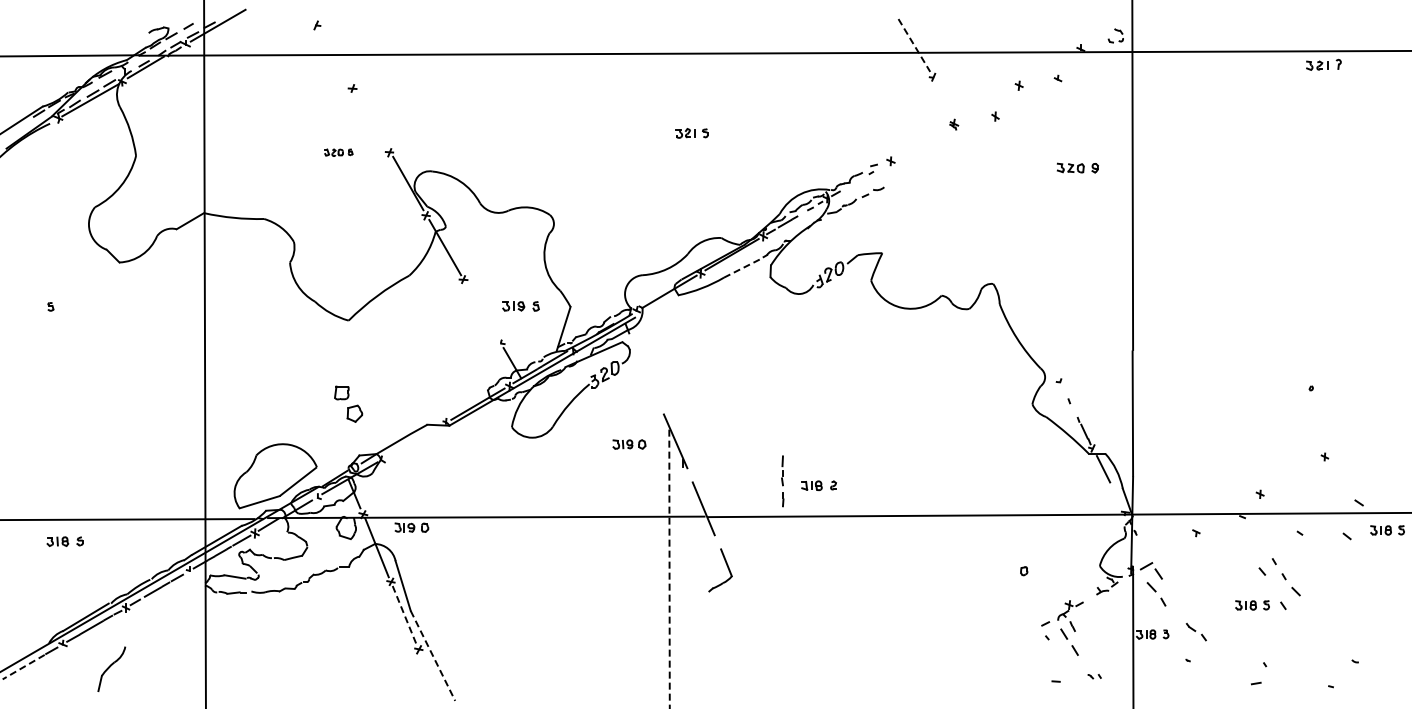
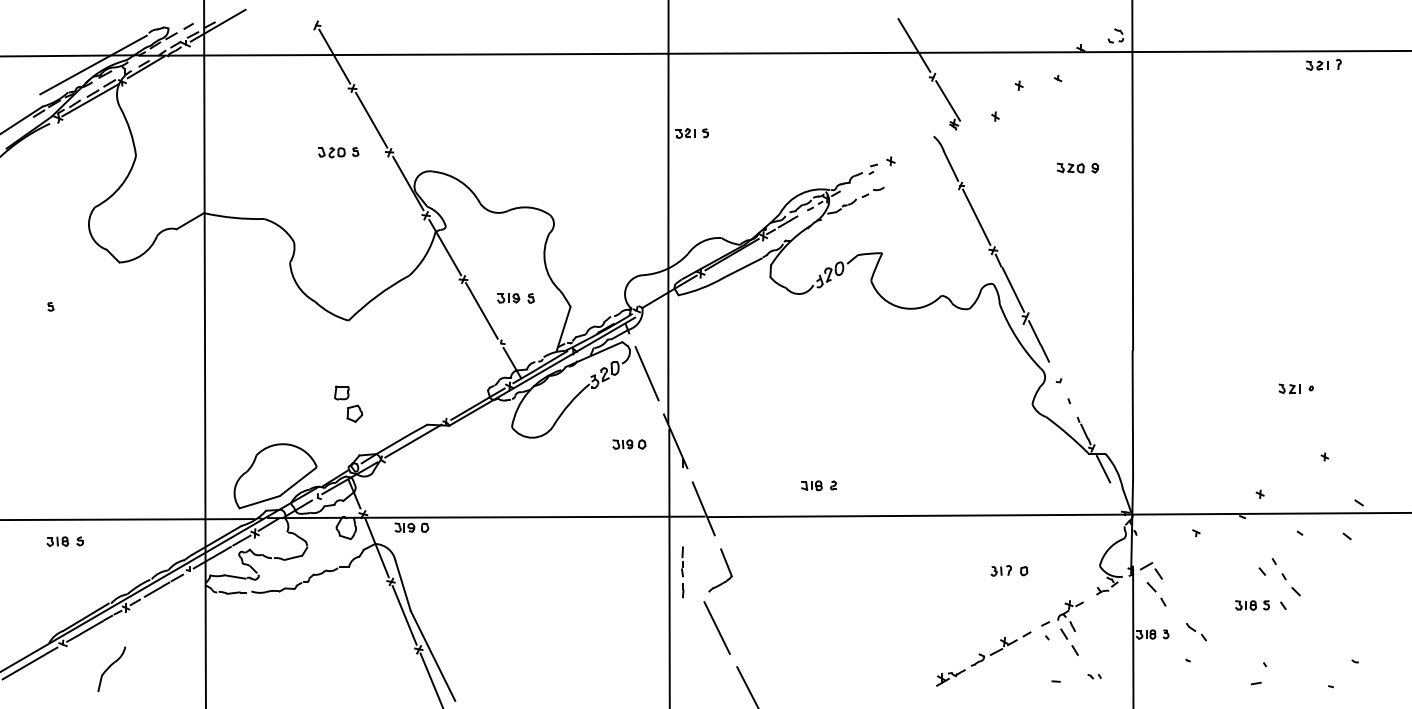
line at (914, 45): dashed -> solid
line at (334, 56): none -> present
line at (93, 64): none -> present
line at (948, 100): none -> present
line at (371, 119): none -> present
part at (338, 152) size: 30x9 px -> 42x12 px
line at (668, 212): none -> present
part at (991, 249): none -> present
line at (743, 267): dashed -> solid
part at (520, 306) position: (520, 306) -> (515, 298)
line at (481, 310): none -> present
line at (646, 373): none -> present
part at (1289, 388): none -> present
line at (413, 440): none -> present
part at (782, 481) position: (782, 481) -> (682, 572)
part at (1387, 530): present -> none
line at (669, 569): dashed -> solid
part at (1000, 570): none -> present
line at (404, 615): dashed -> solid
line at (716, 627): none -> present
line at (433, 656): dashed -> solid
part at (983, 658): none -> present
line at (23, 667): dashed -> solid
line at (430, 679): none -> present
line at (747, 686): none -> present
